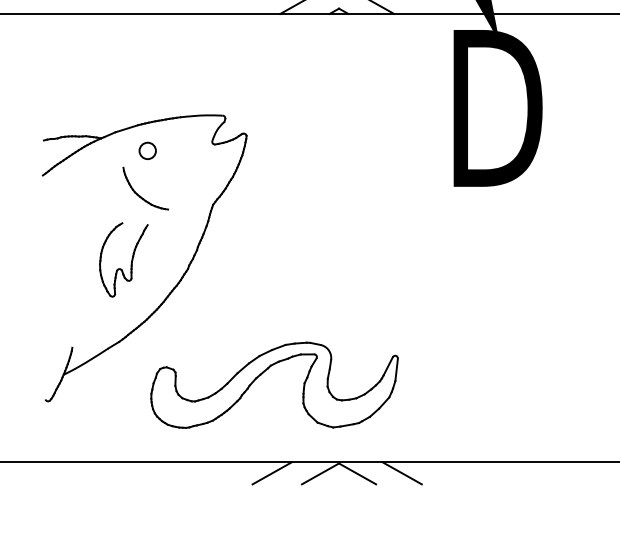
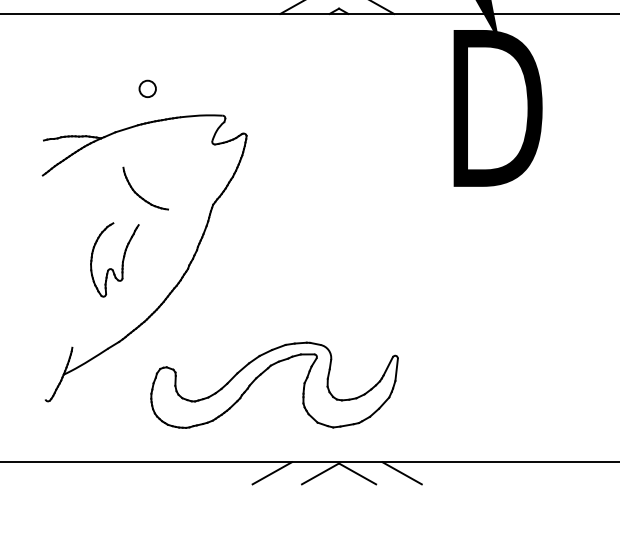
circle at (147, 150) position: (147, 150) -> (147, 88)
part at (131, 259) position: (131, 259) -> (122, 259)
